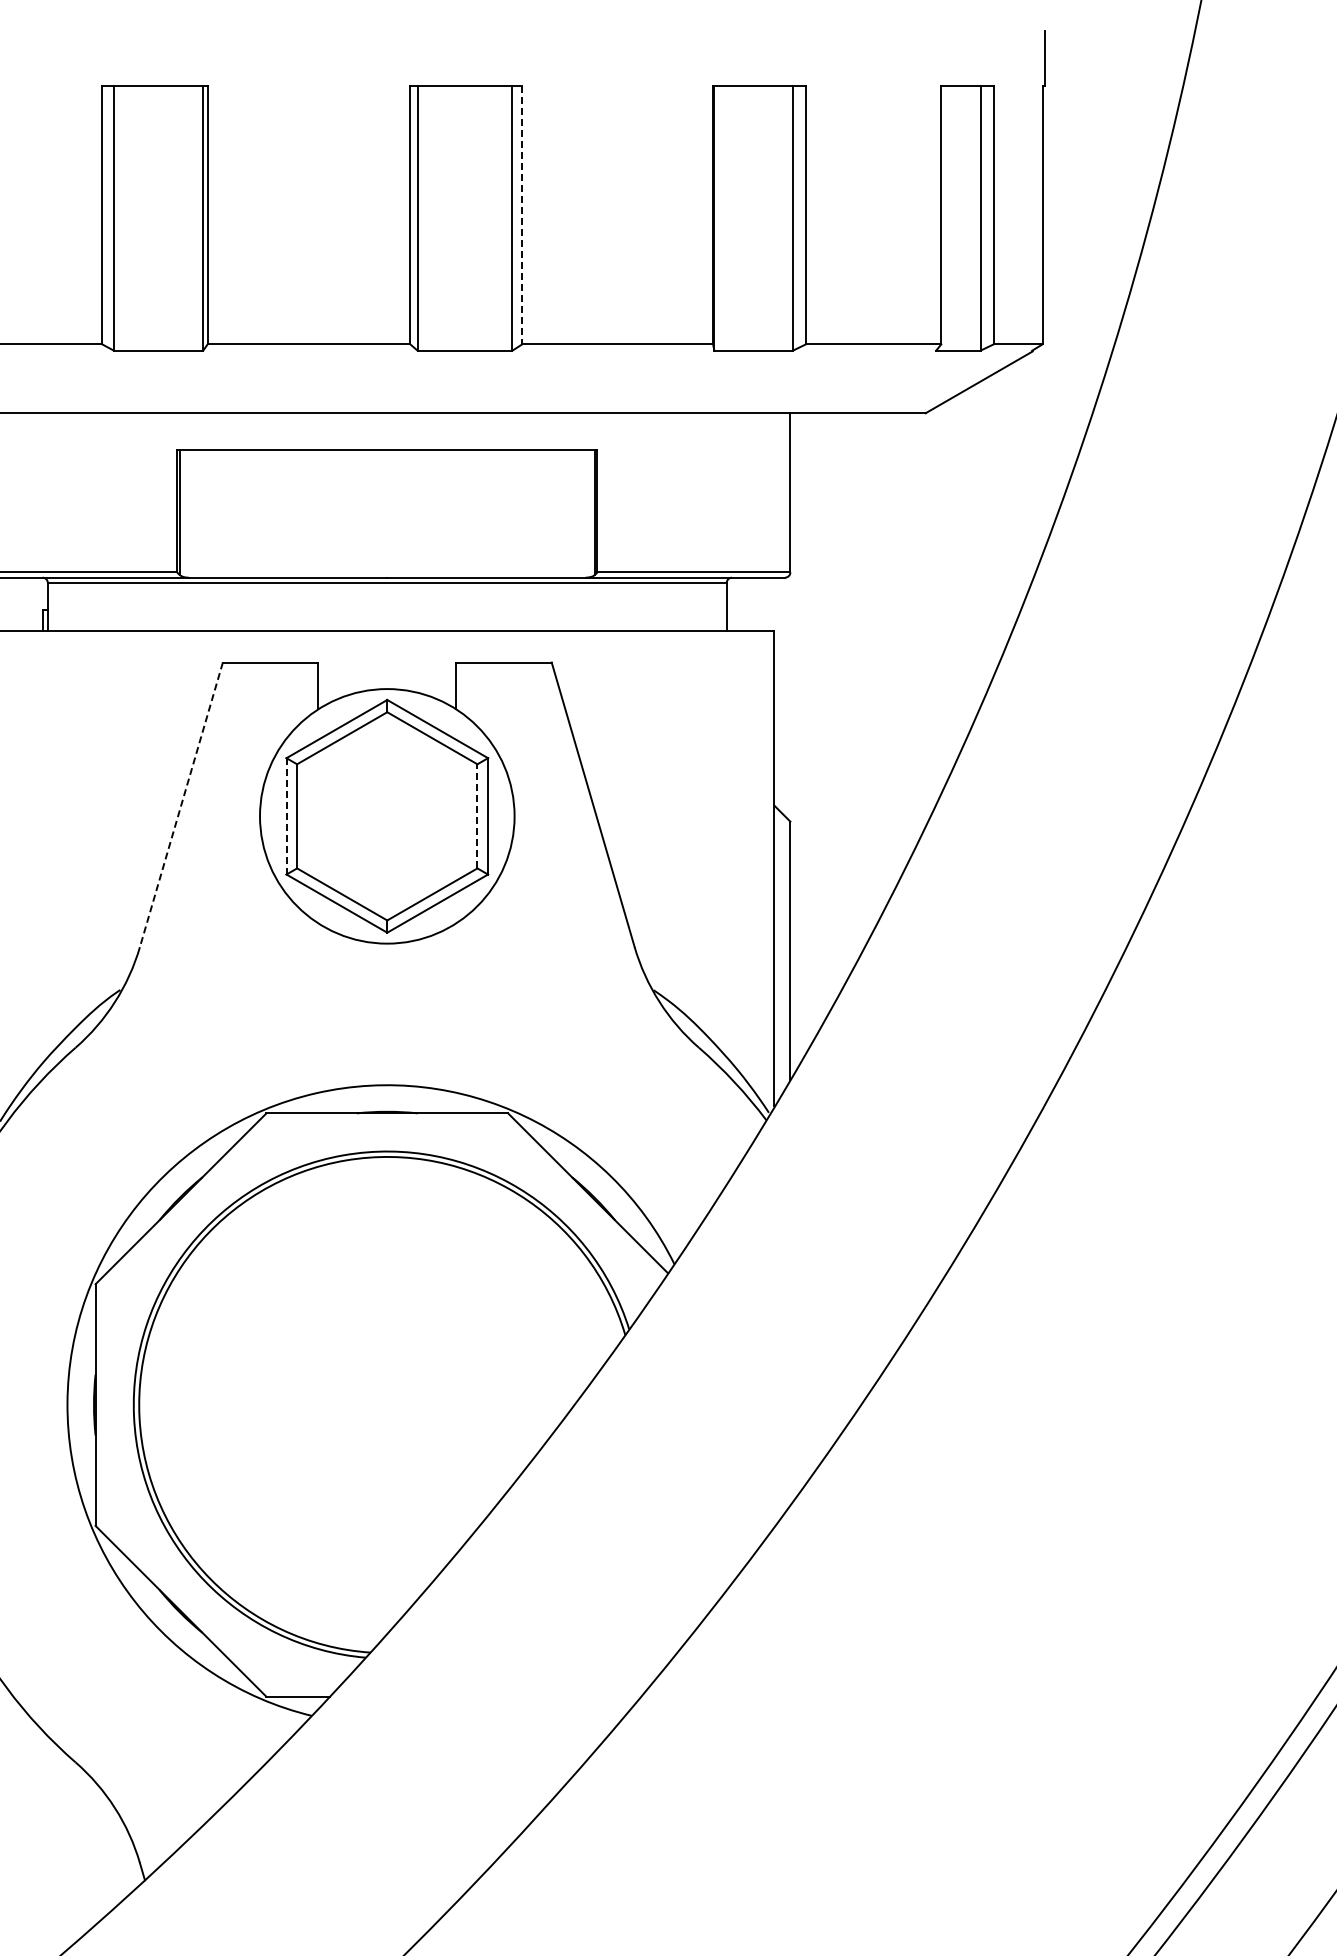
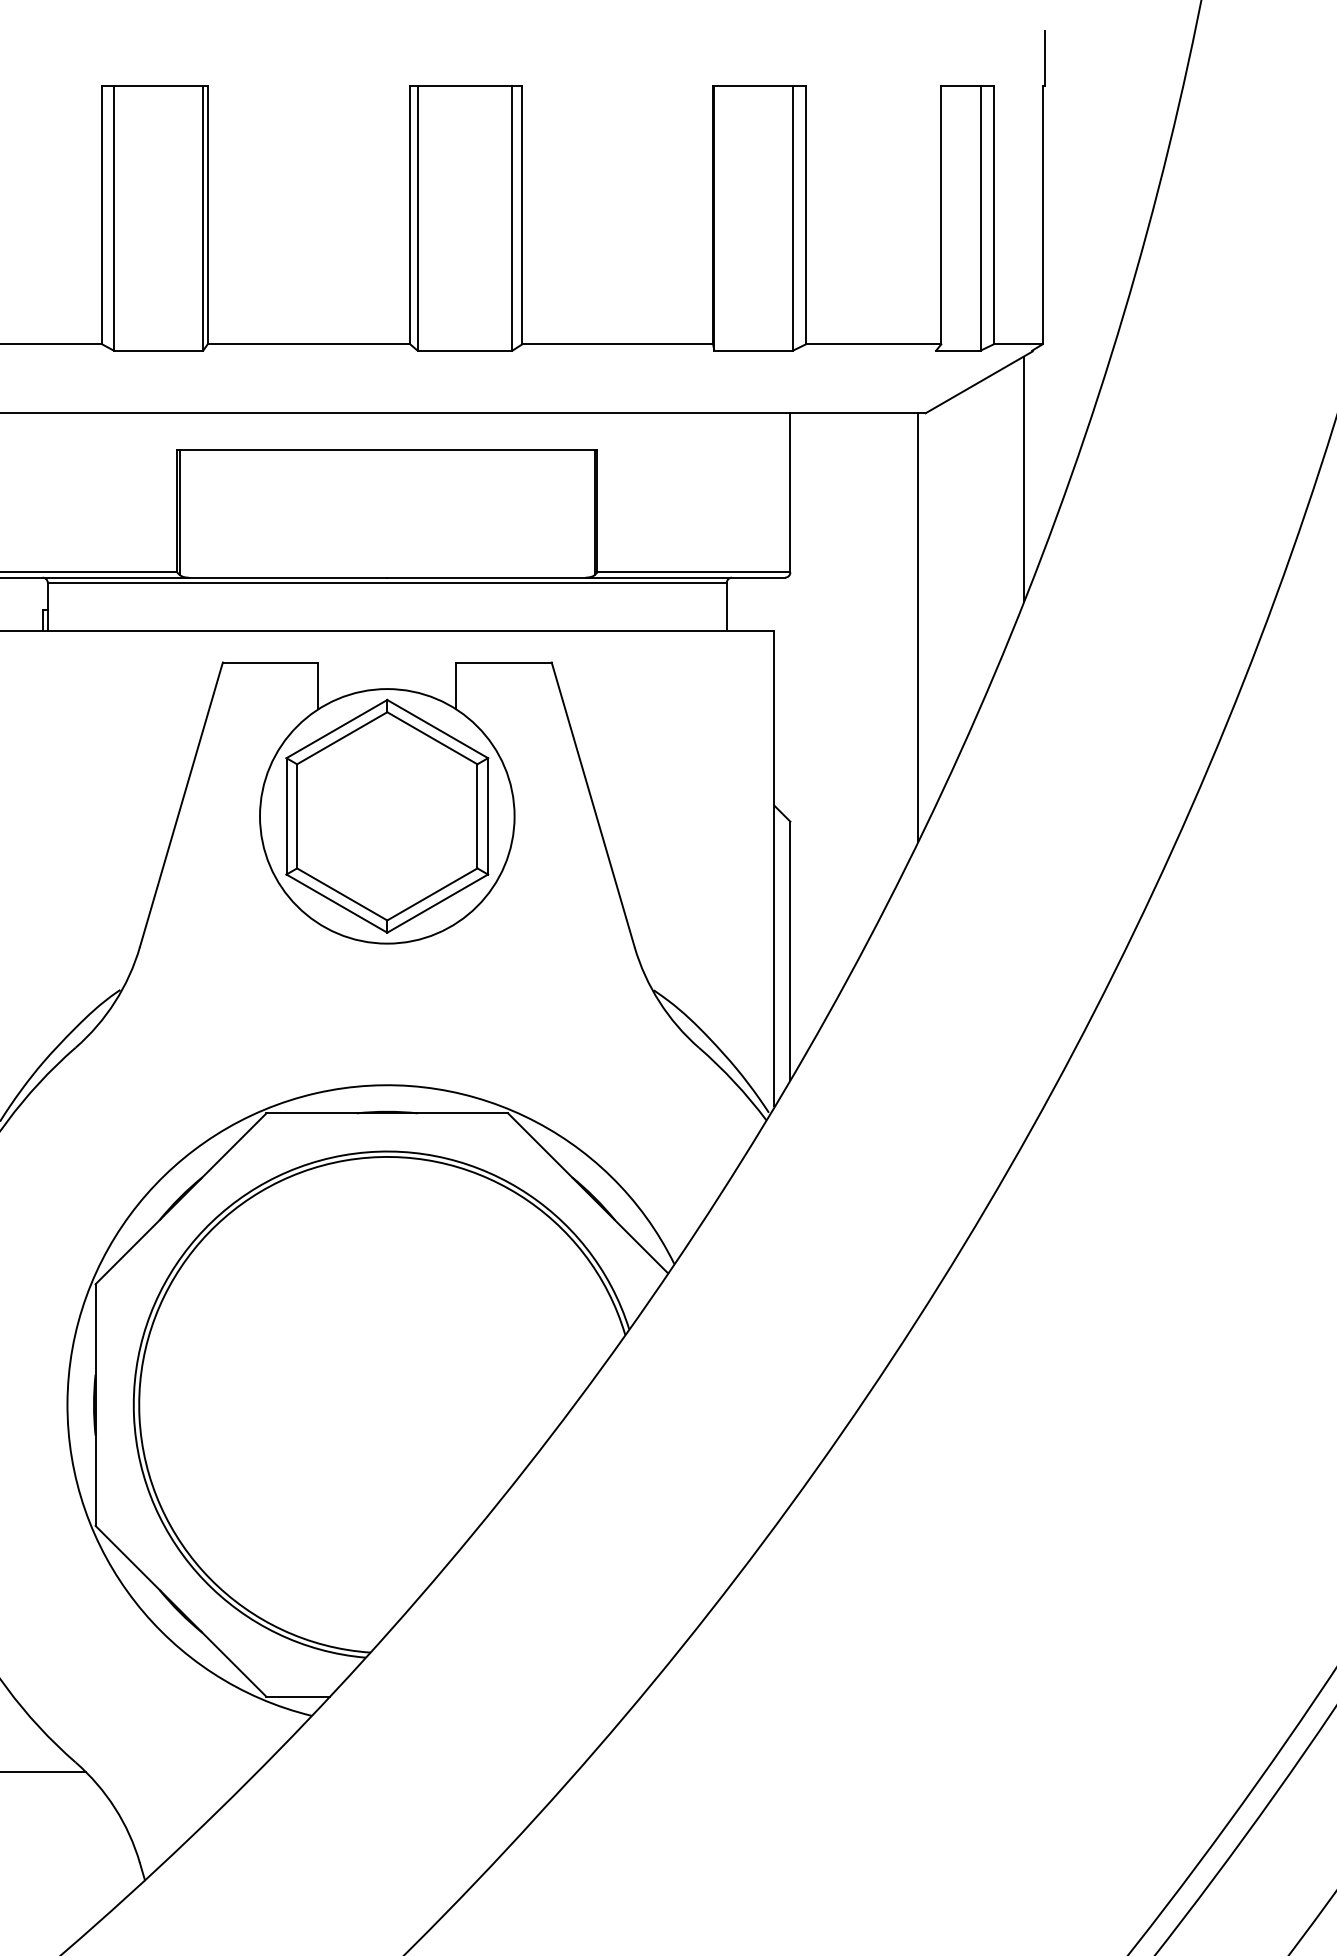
line at (522, 215): dashed -> solid
line at (1023, 478): none -> present
line at (917, 627): none -> present
line at (181, 805): dashed -> solid
line at (286, 815): dashed -> solid
line at (477, 815): dashed -> solid
line at (44, 1772): none -> present
